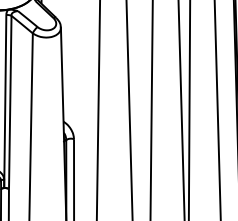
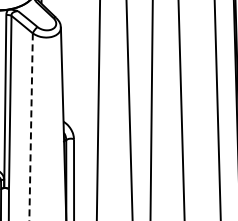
line at (189, 109): present -> none
line at (31, 127): solid -> dashed
